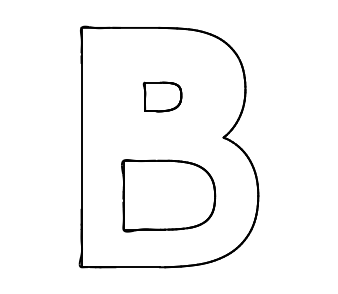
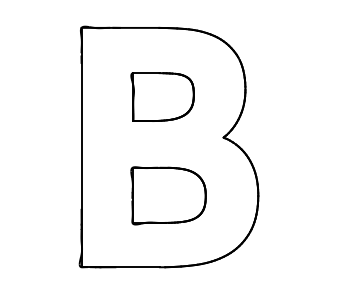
part at (162, 96) size: 41x32 px -> 65x50 px
part at (168, 195) size: 96x74 px -> 77x60 px
